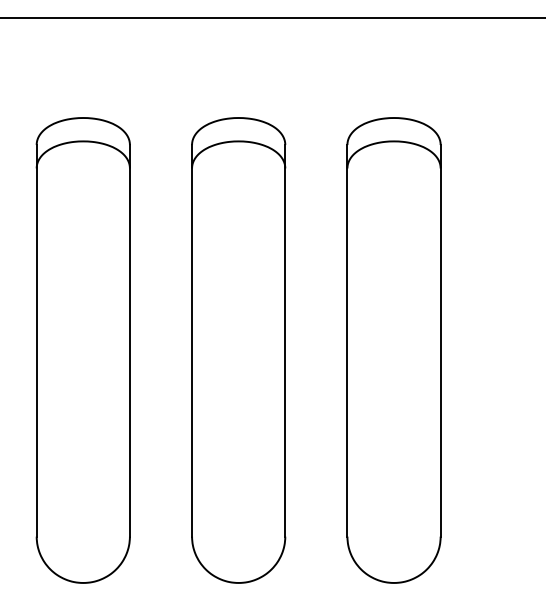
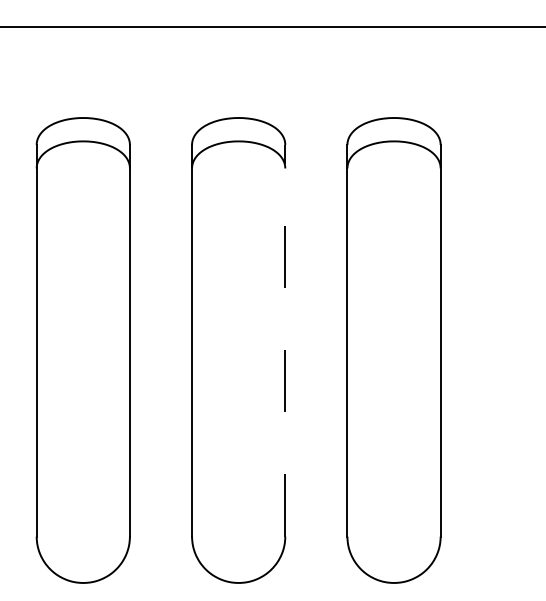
line at (272, 18) position: (272, 18) -> (272, 27)
line at (285, 340): solid -> dashed
